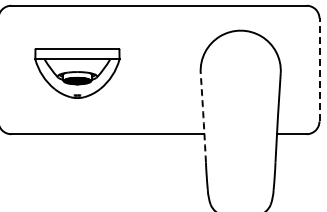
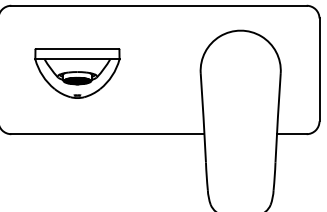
line at (319, 69): dashed -> solid
arc at (203, 117): dashed -> solid
